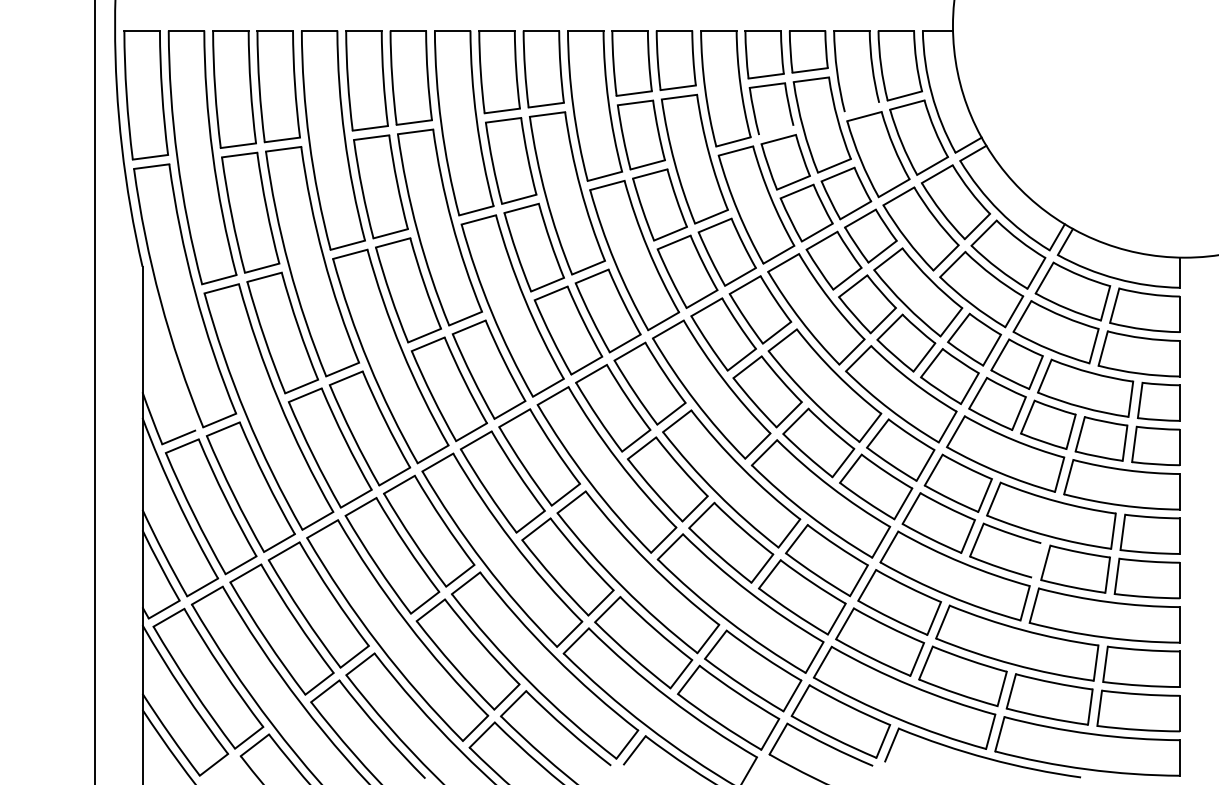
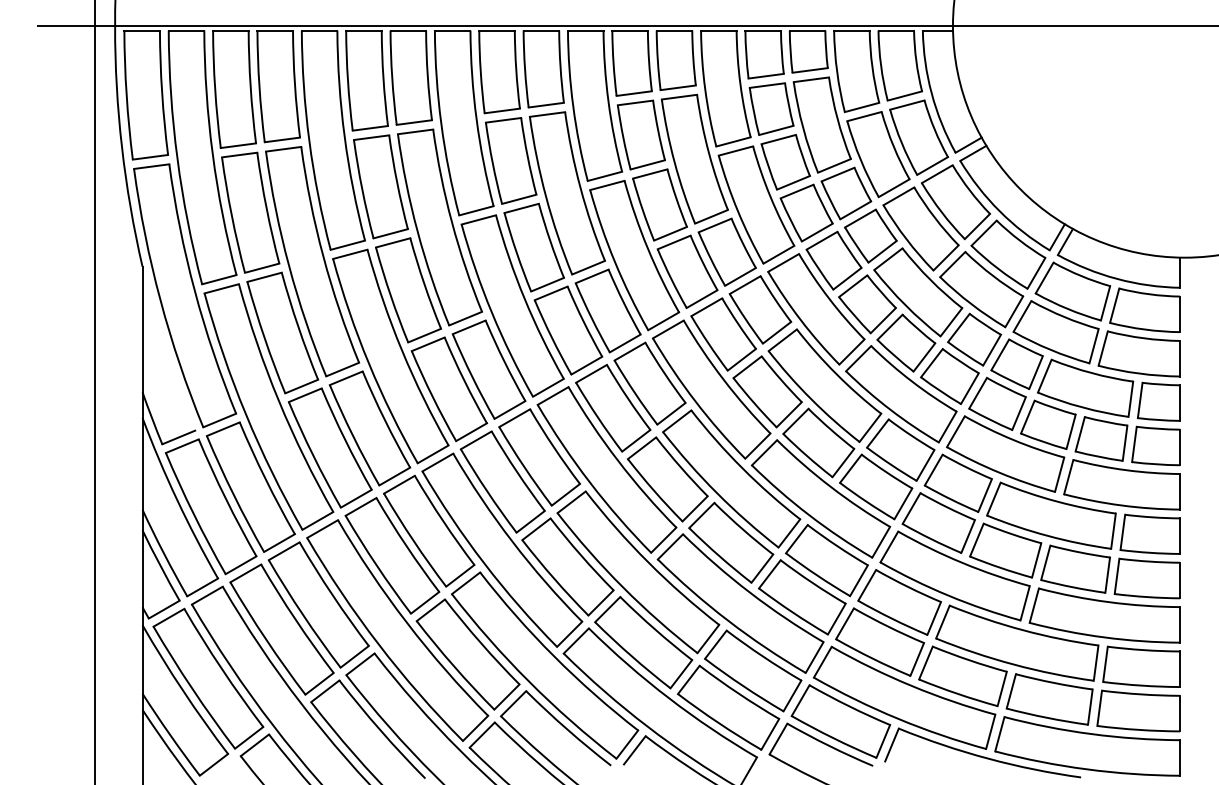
line at (625, 25): none -> present
line at (861, 107): none -> present
line at (776, 130): none -> present
line at (1036, 560): none -> present
